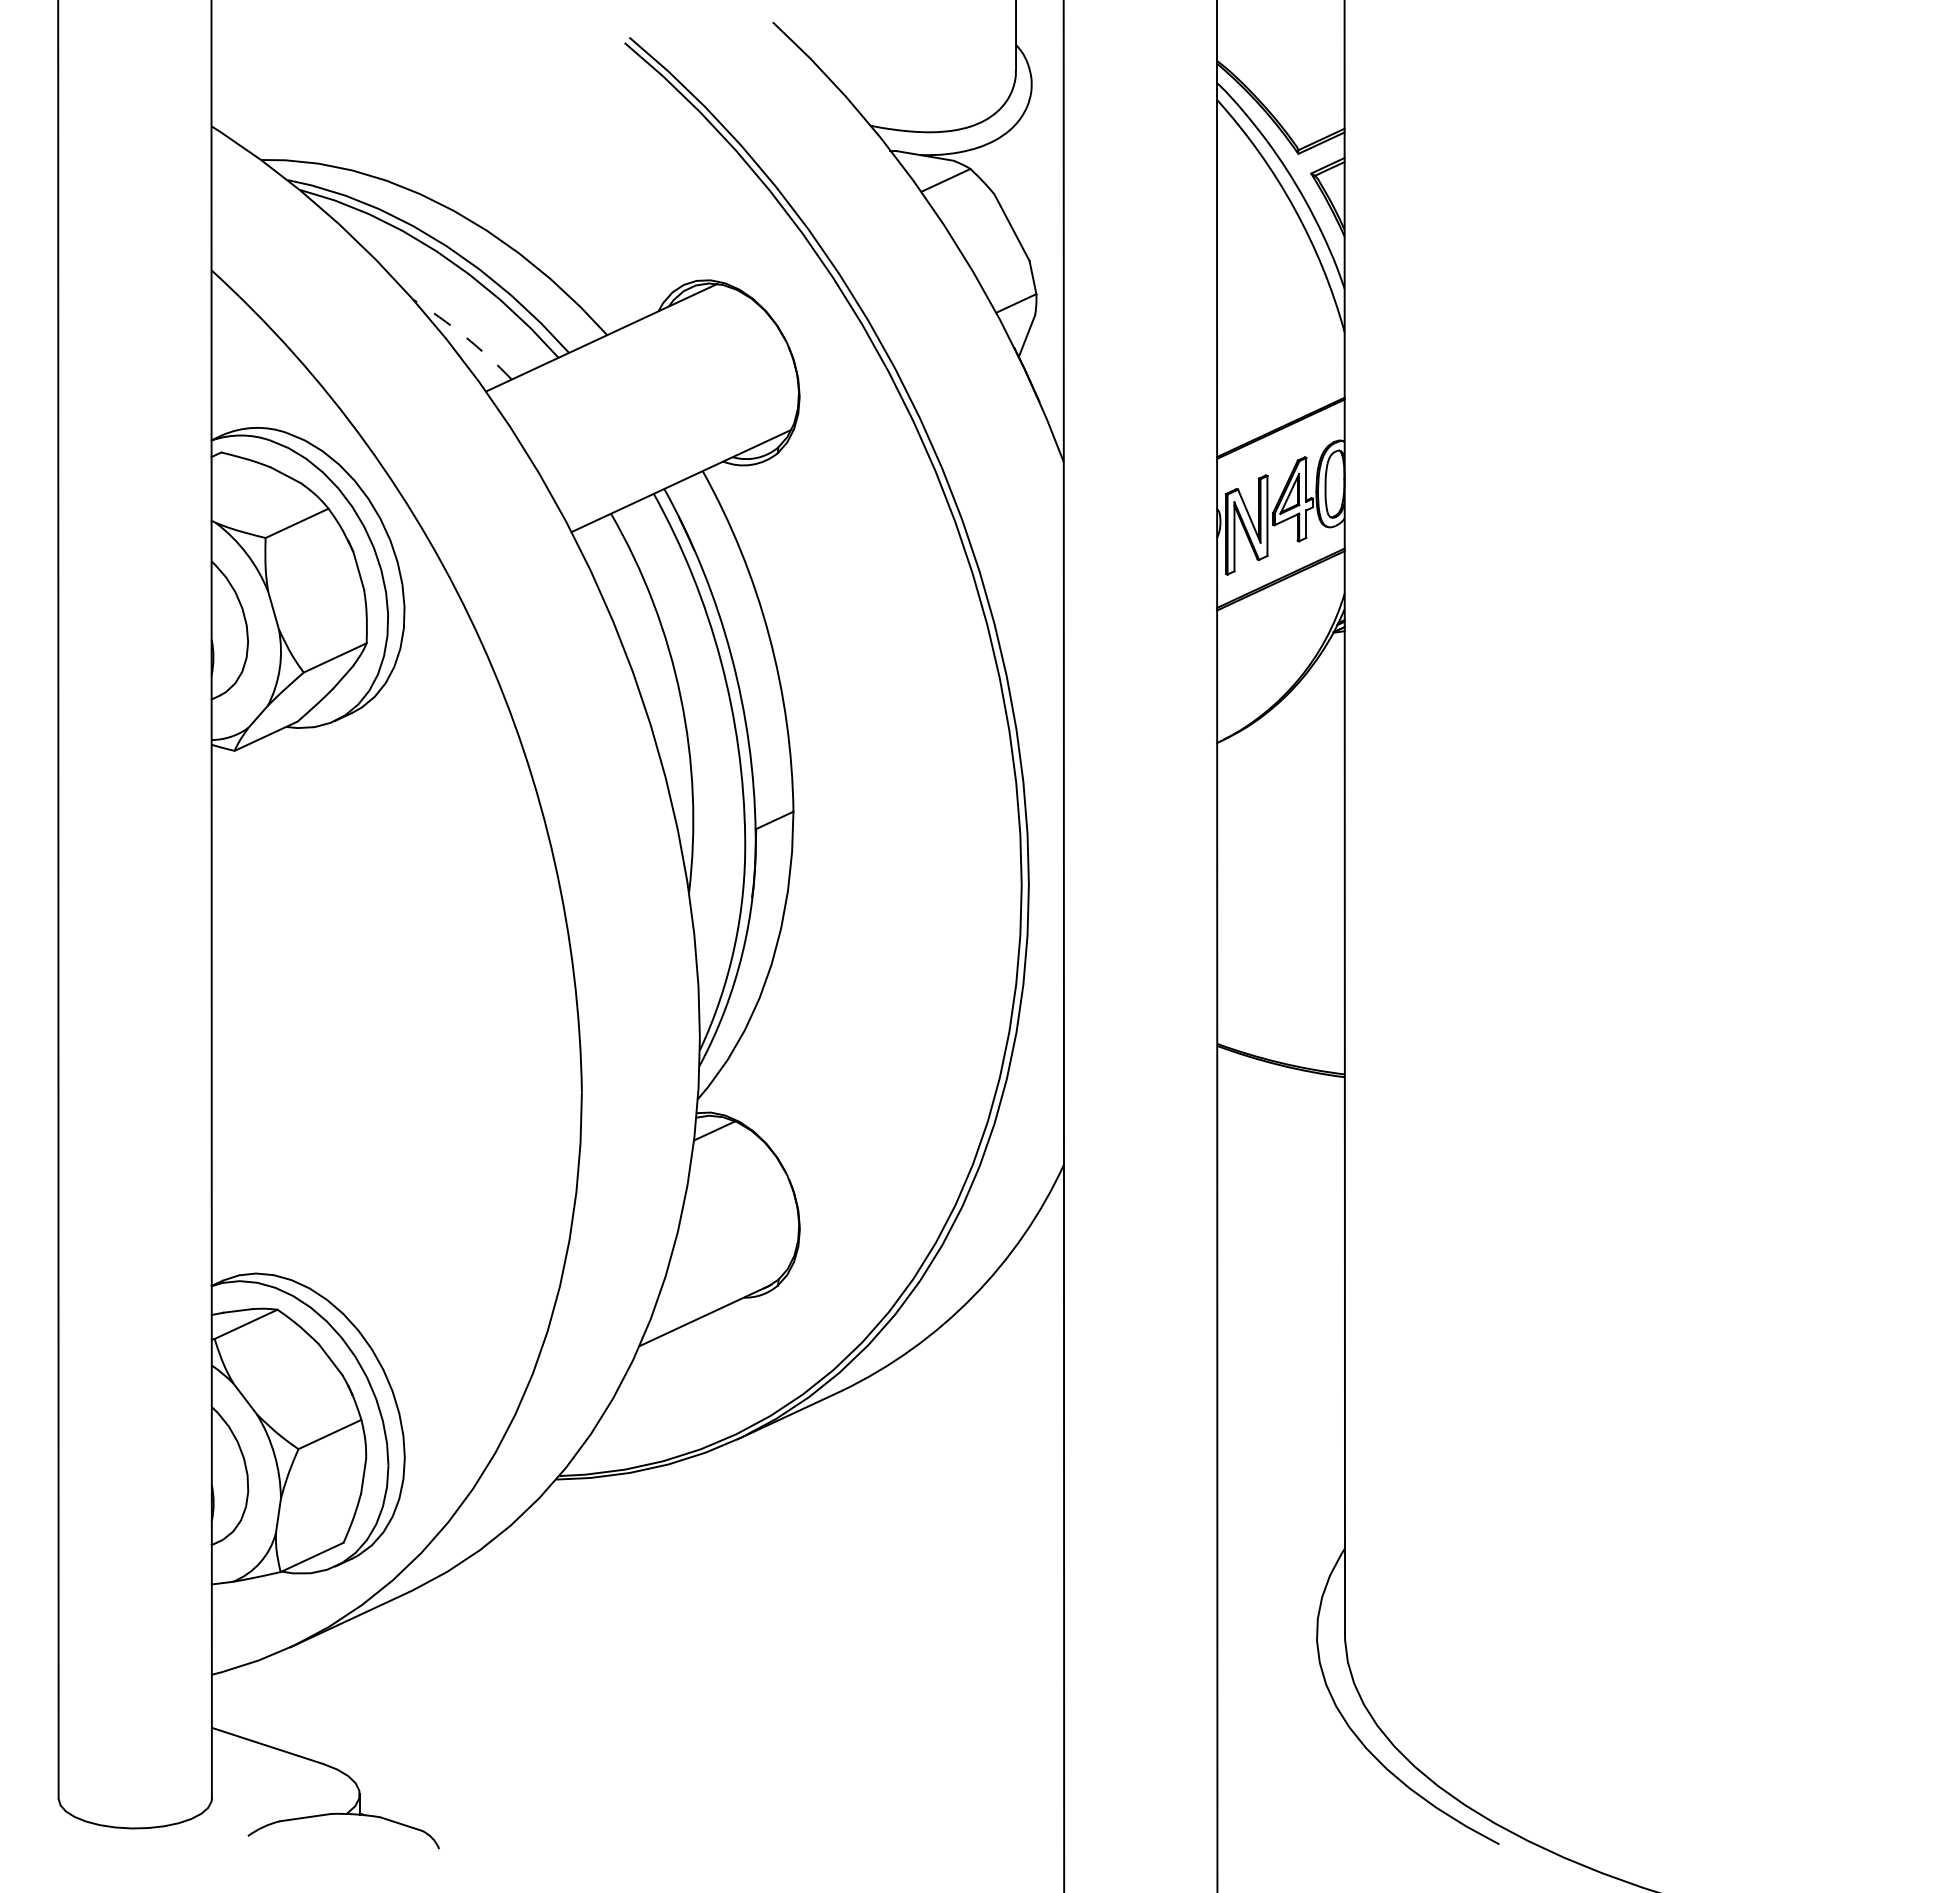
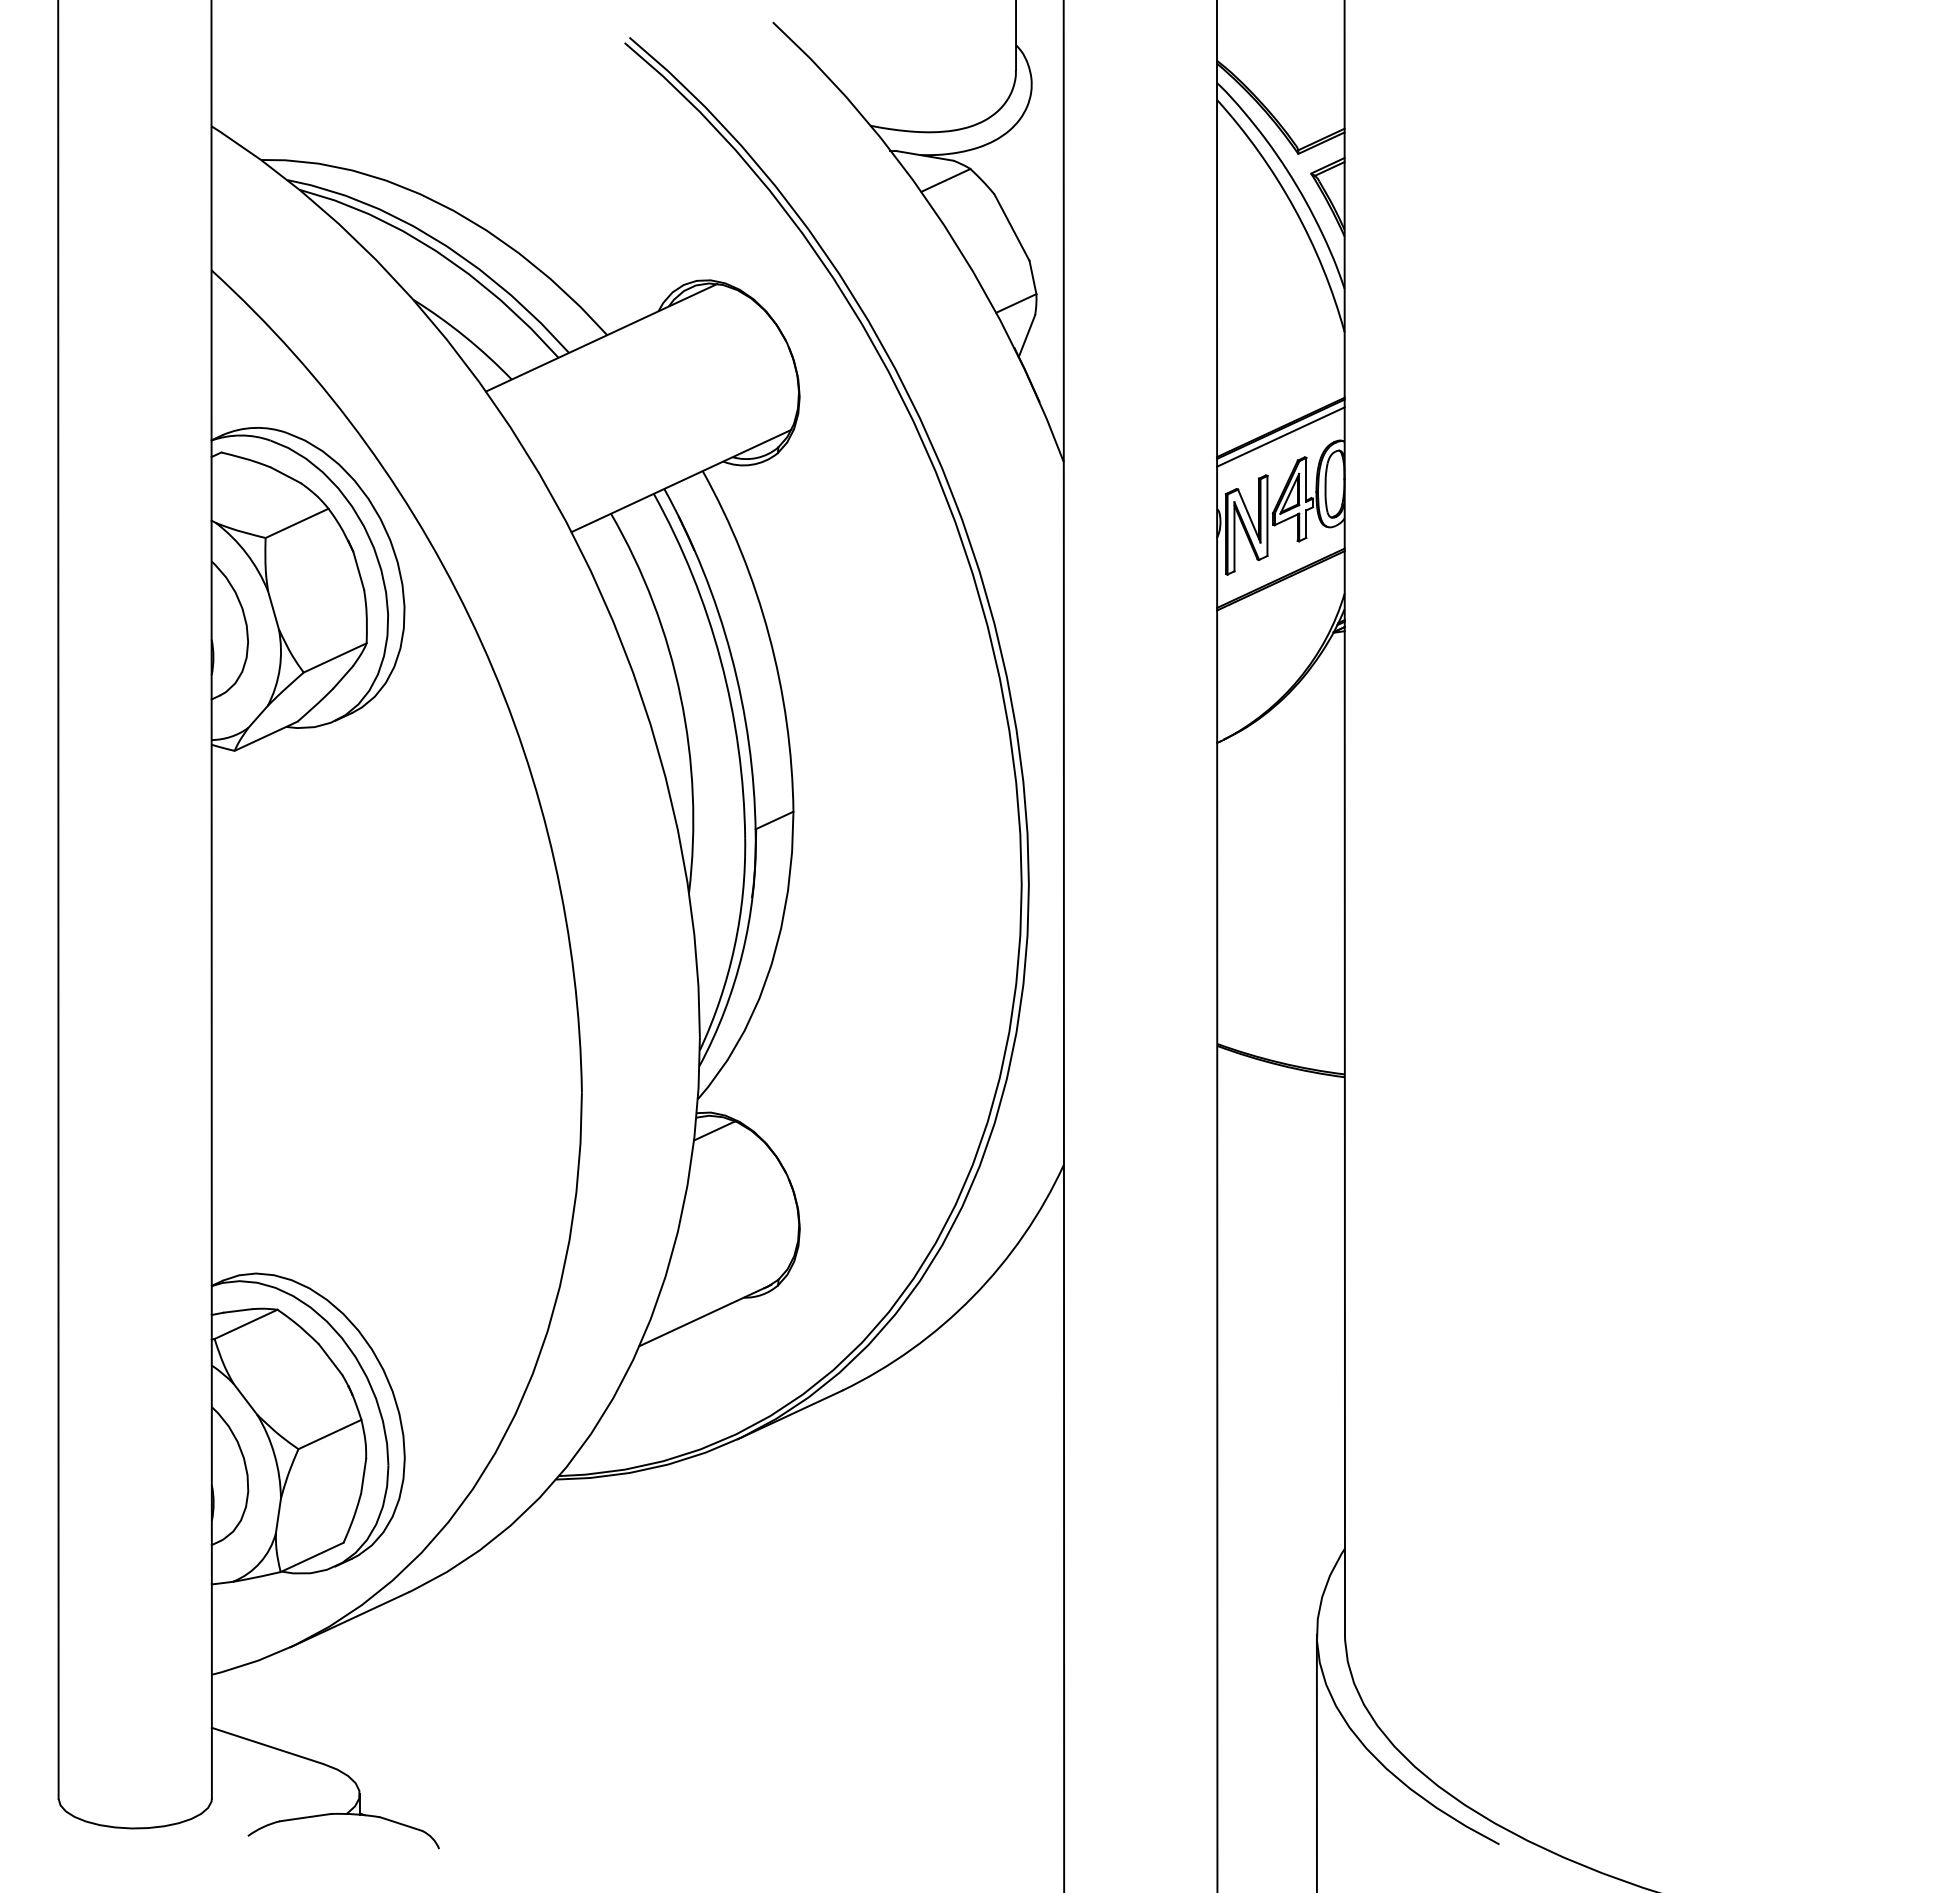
arc at (464, 336): dashed -> solid
line at (1280, 436): none -> present
line at (1316, 1761): none -> present
